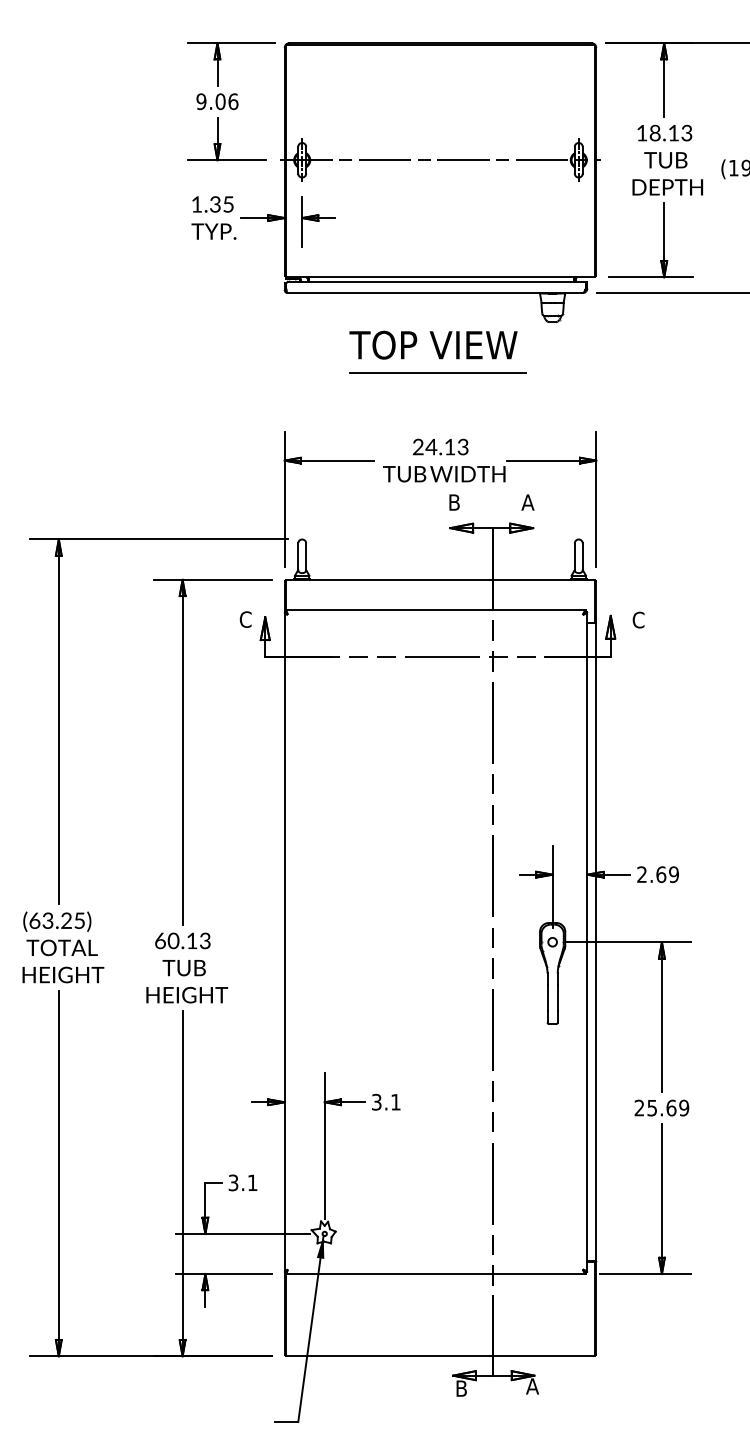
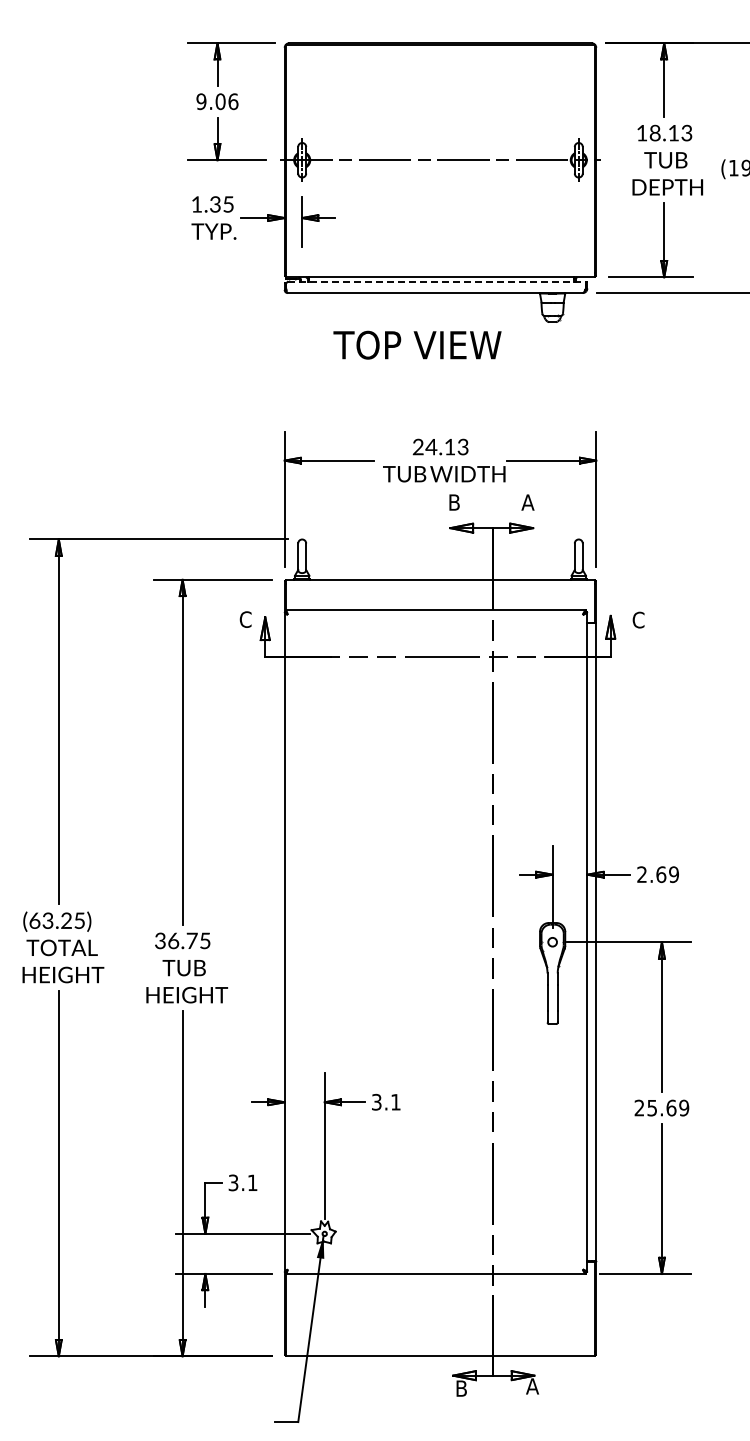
line at (437, 281): solid -> dashed
text at (433, 344) position: (433, 344) -> (417, 344)
line at (437, 372): present -> none
text at (182, 940): 60.13 -> 36.75
